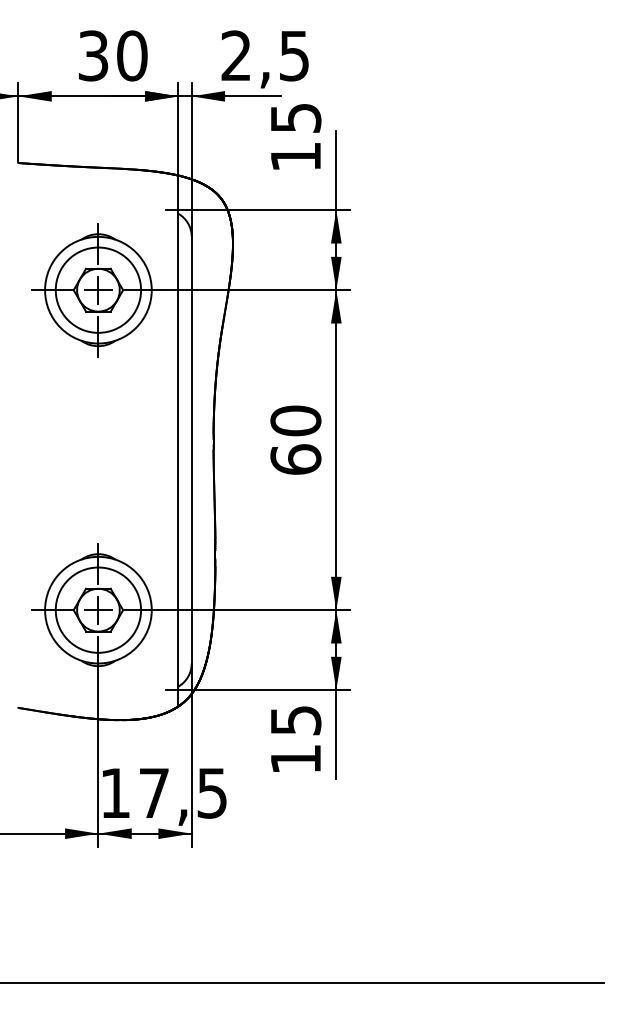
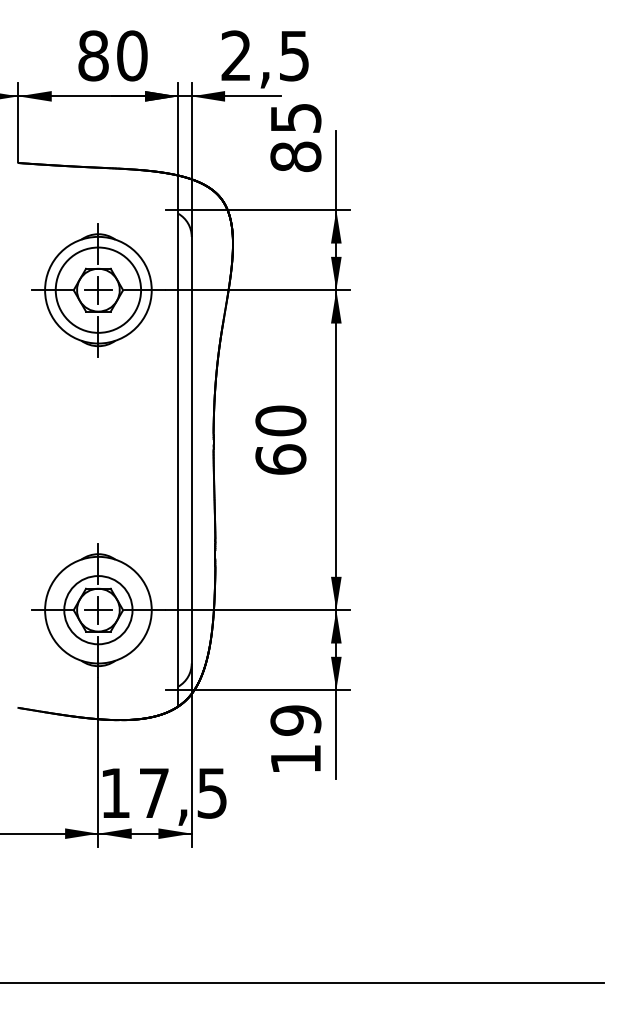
text at (93, 55): 30 -> 80
text at (295, 156): 15 -> 85
text at (295, 439) position: (295, 439) -> (280, 439)
circle at (98, 609) diameter: 85 px -> 68 px
text at (295, 720): 15 -> 19
